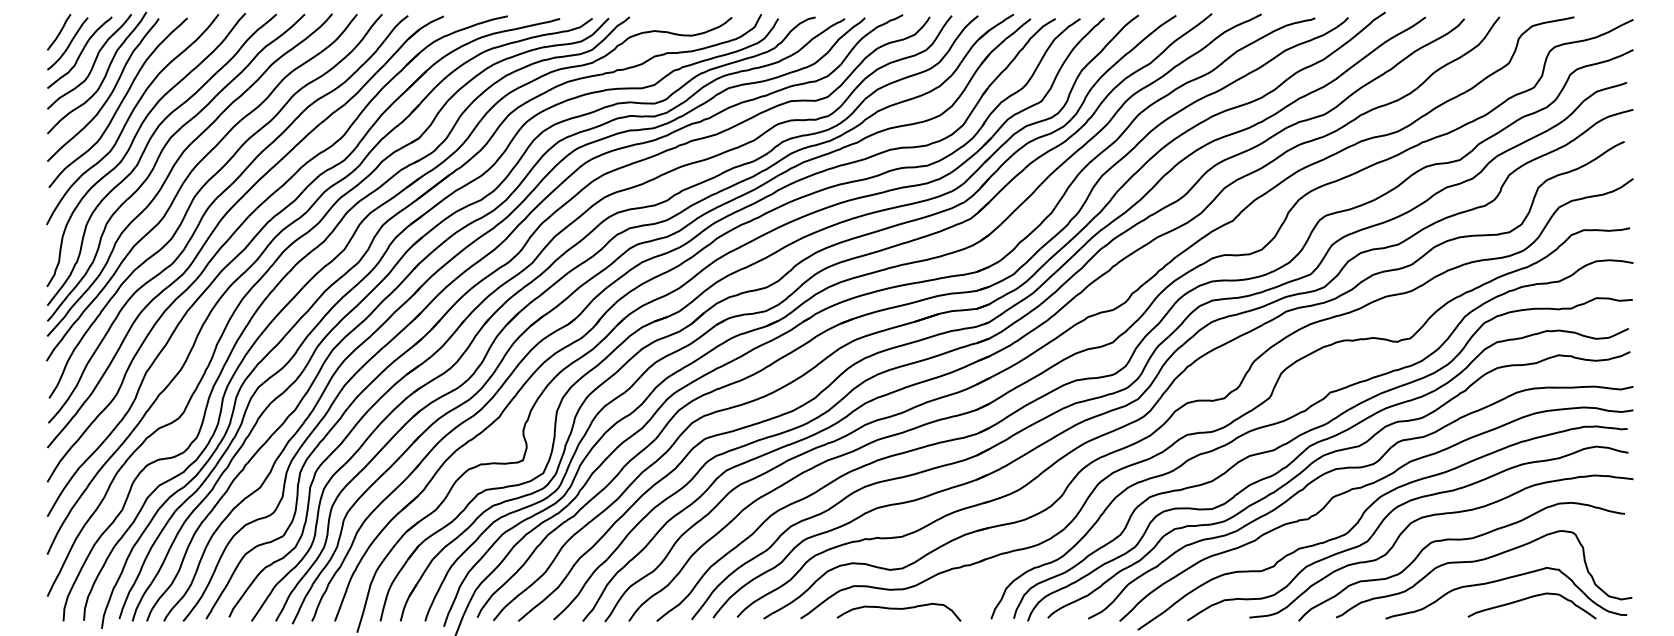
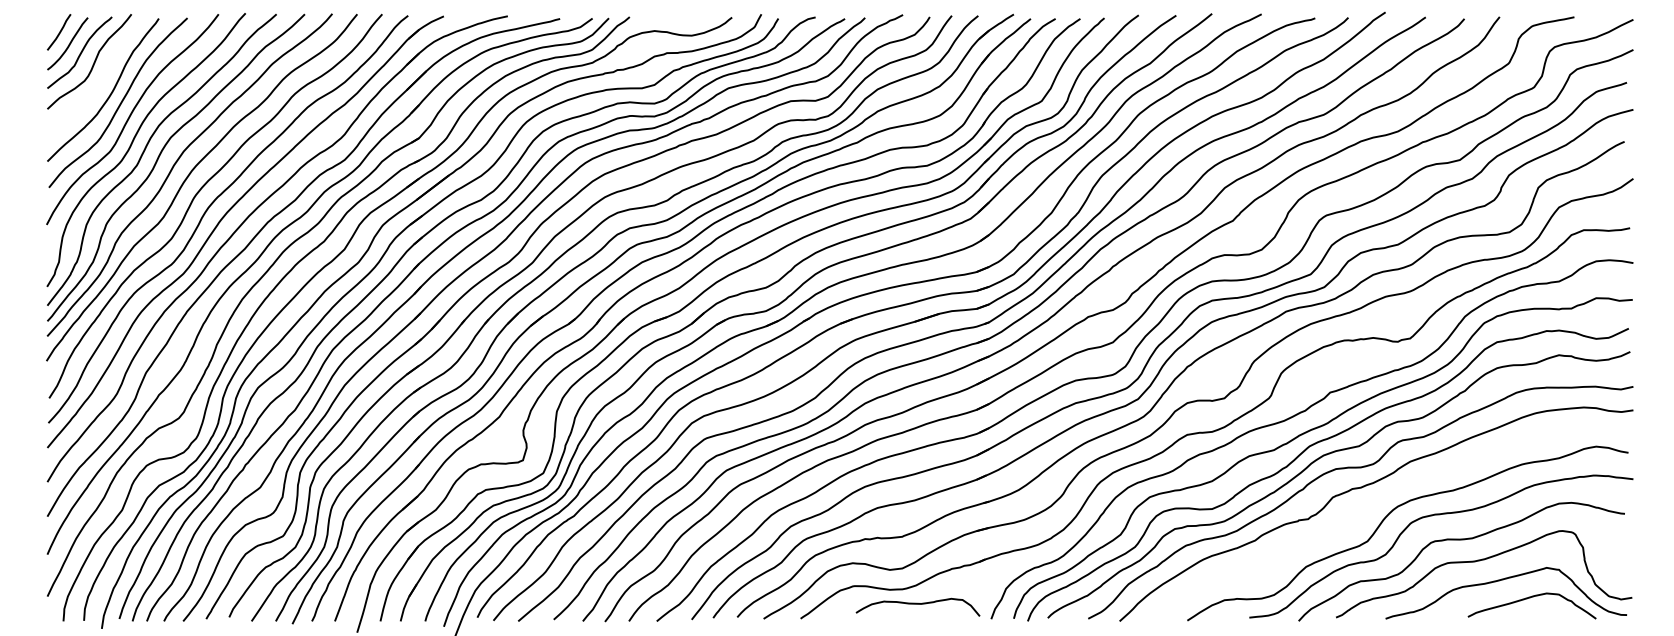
curve at (104, 75): present -> none
curve at (1362, 517): present -> none
curve at (898, 609) position: (898, 609) -> (917, 604)
